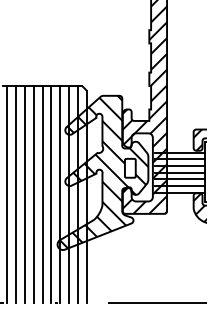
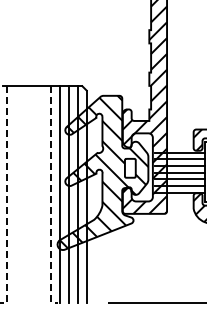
line at (7, 194): solid -> dashed
line at (15, 194): present -> none
line at (24, 194): present -> none
line at (33, 194): present -> none
line at (42, 194): present -> none
line at (51, 194): solid -> dashed
